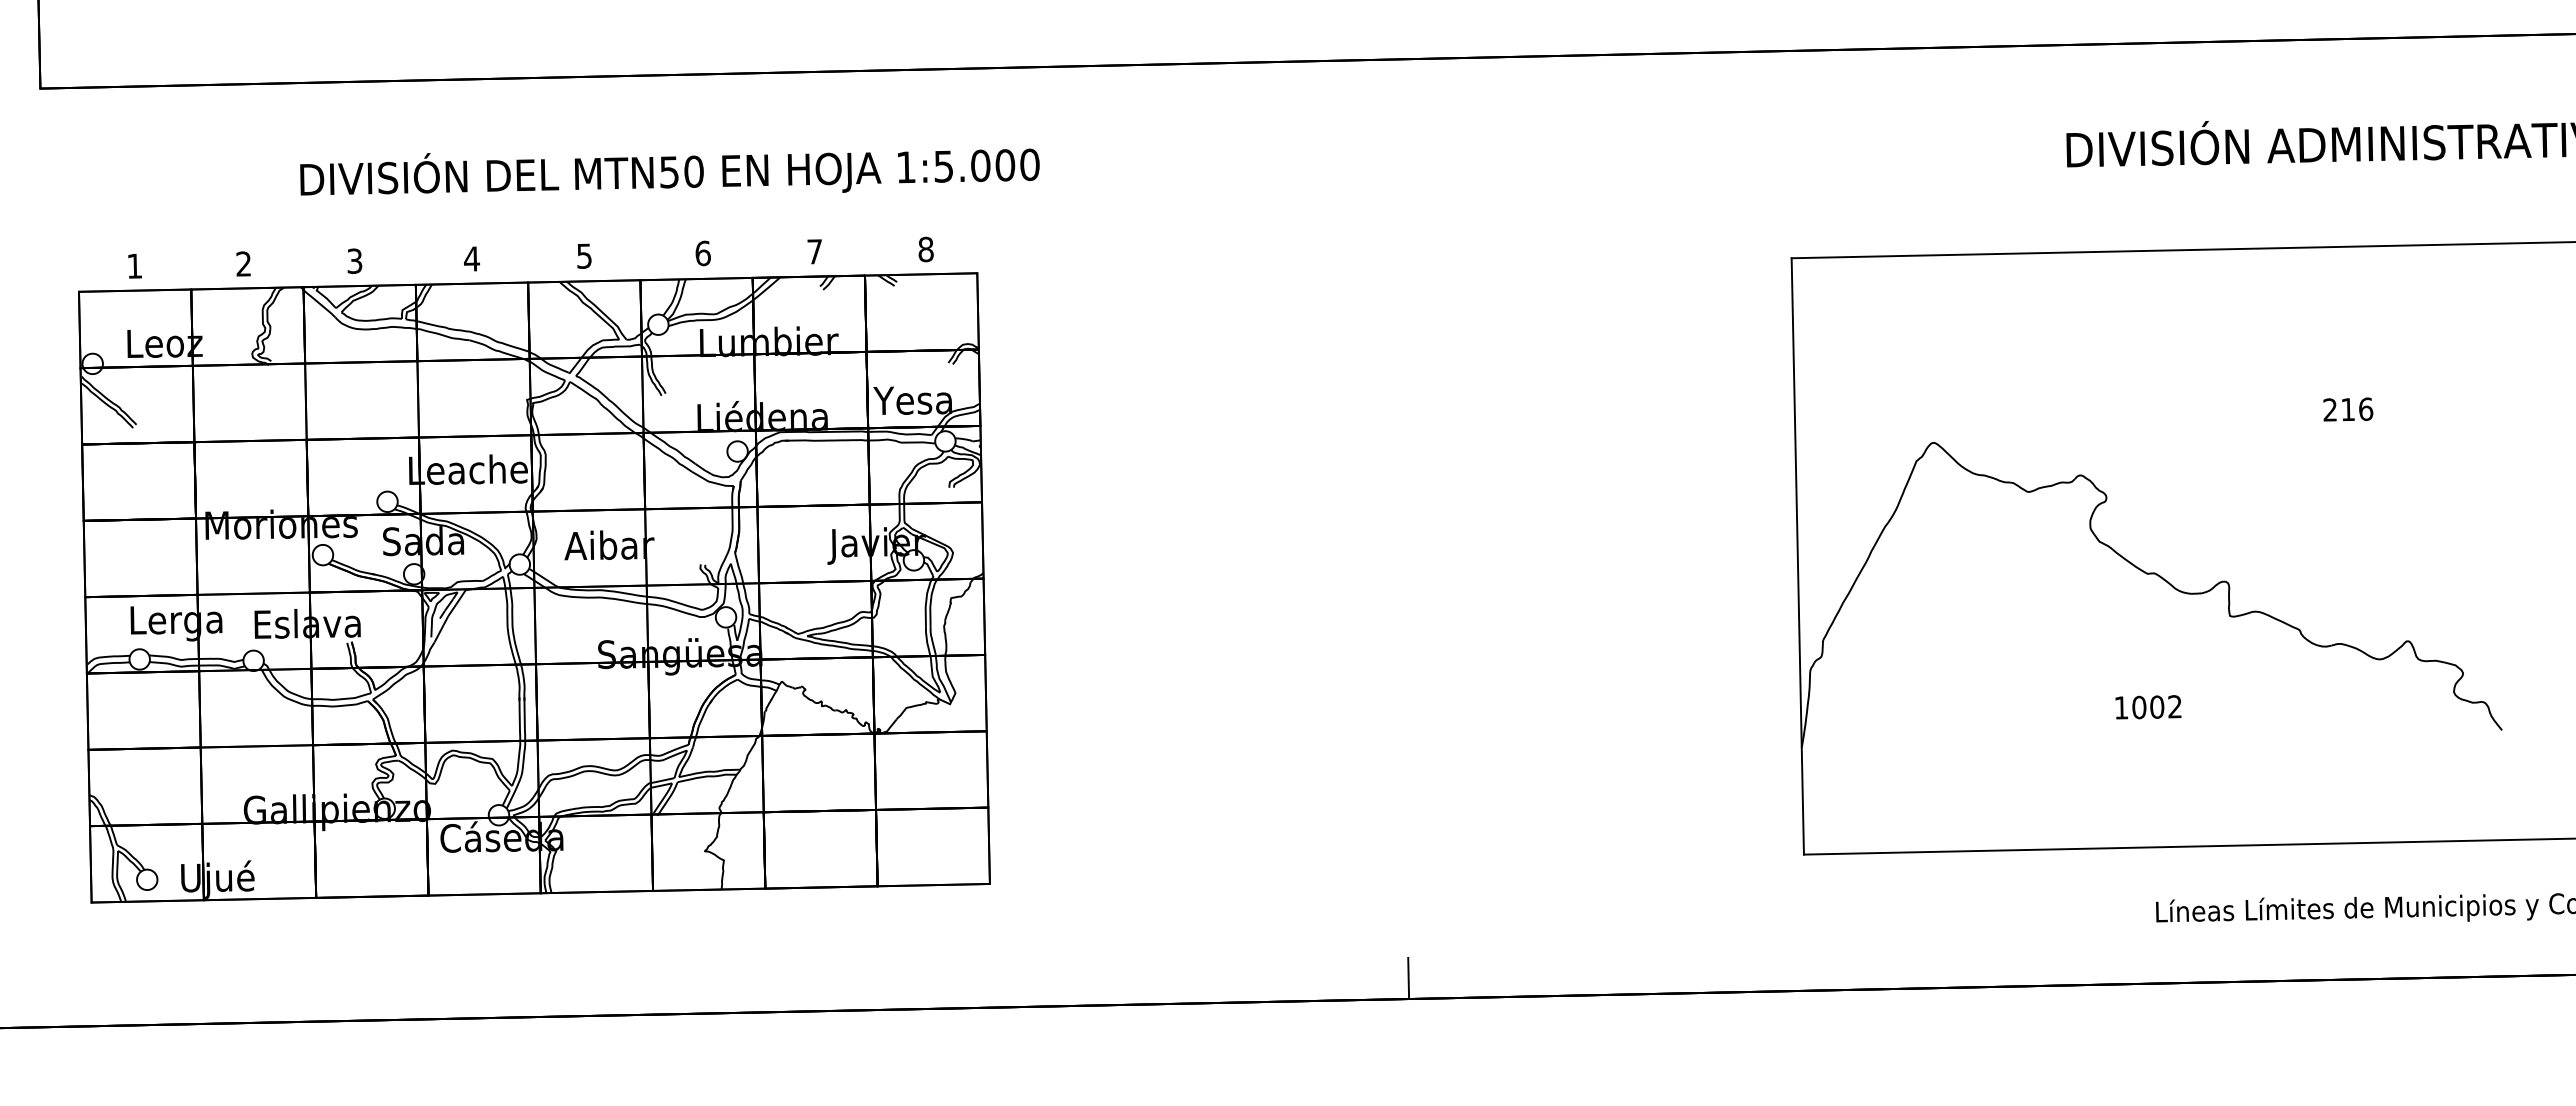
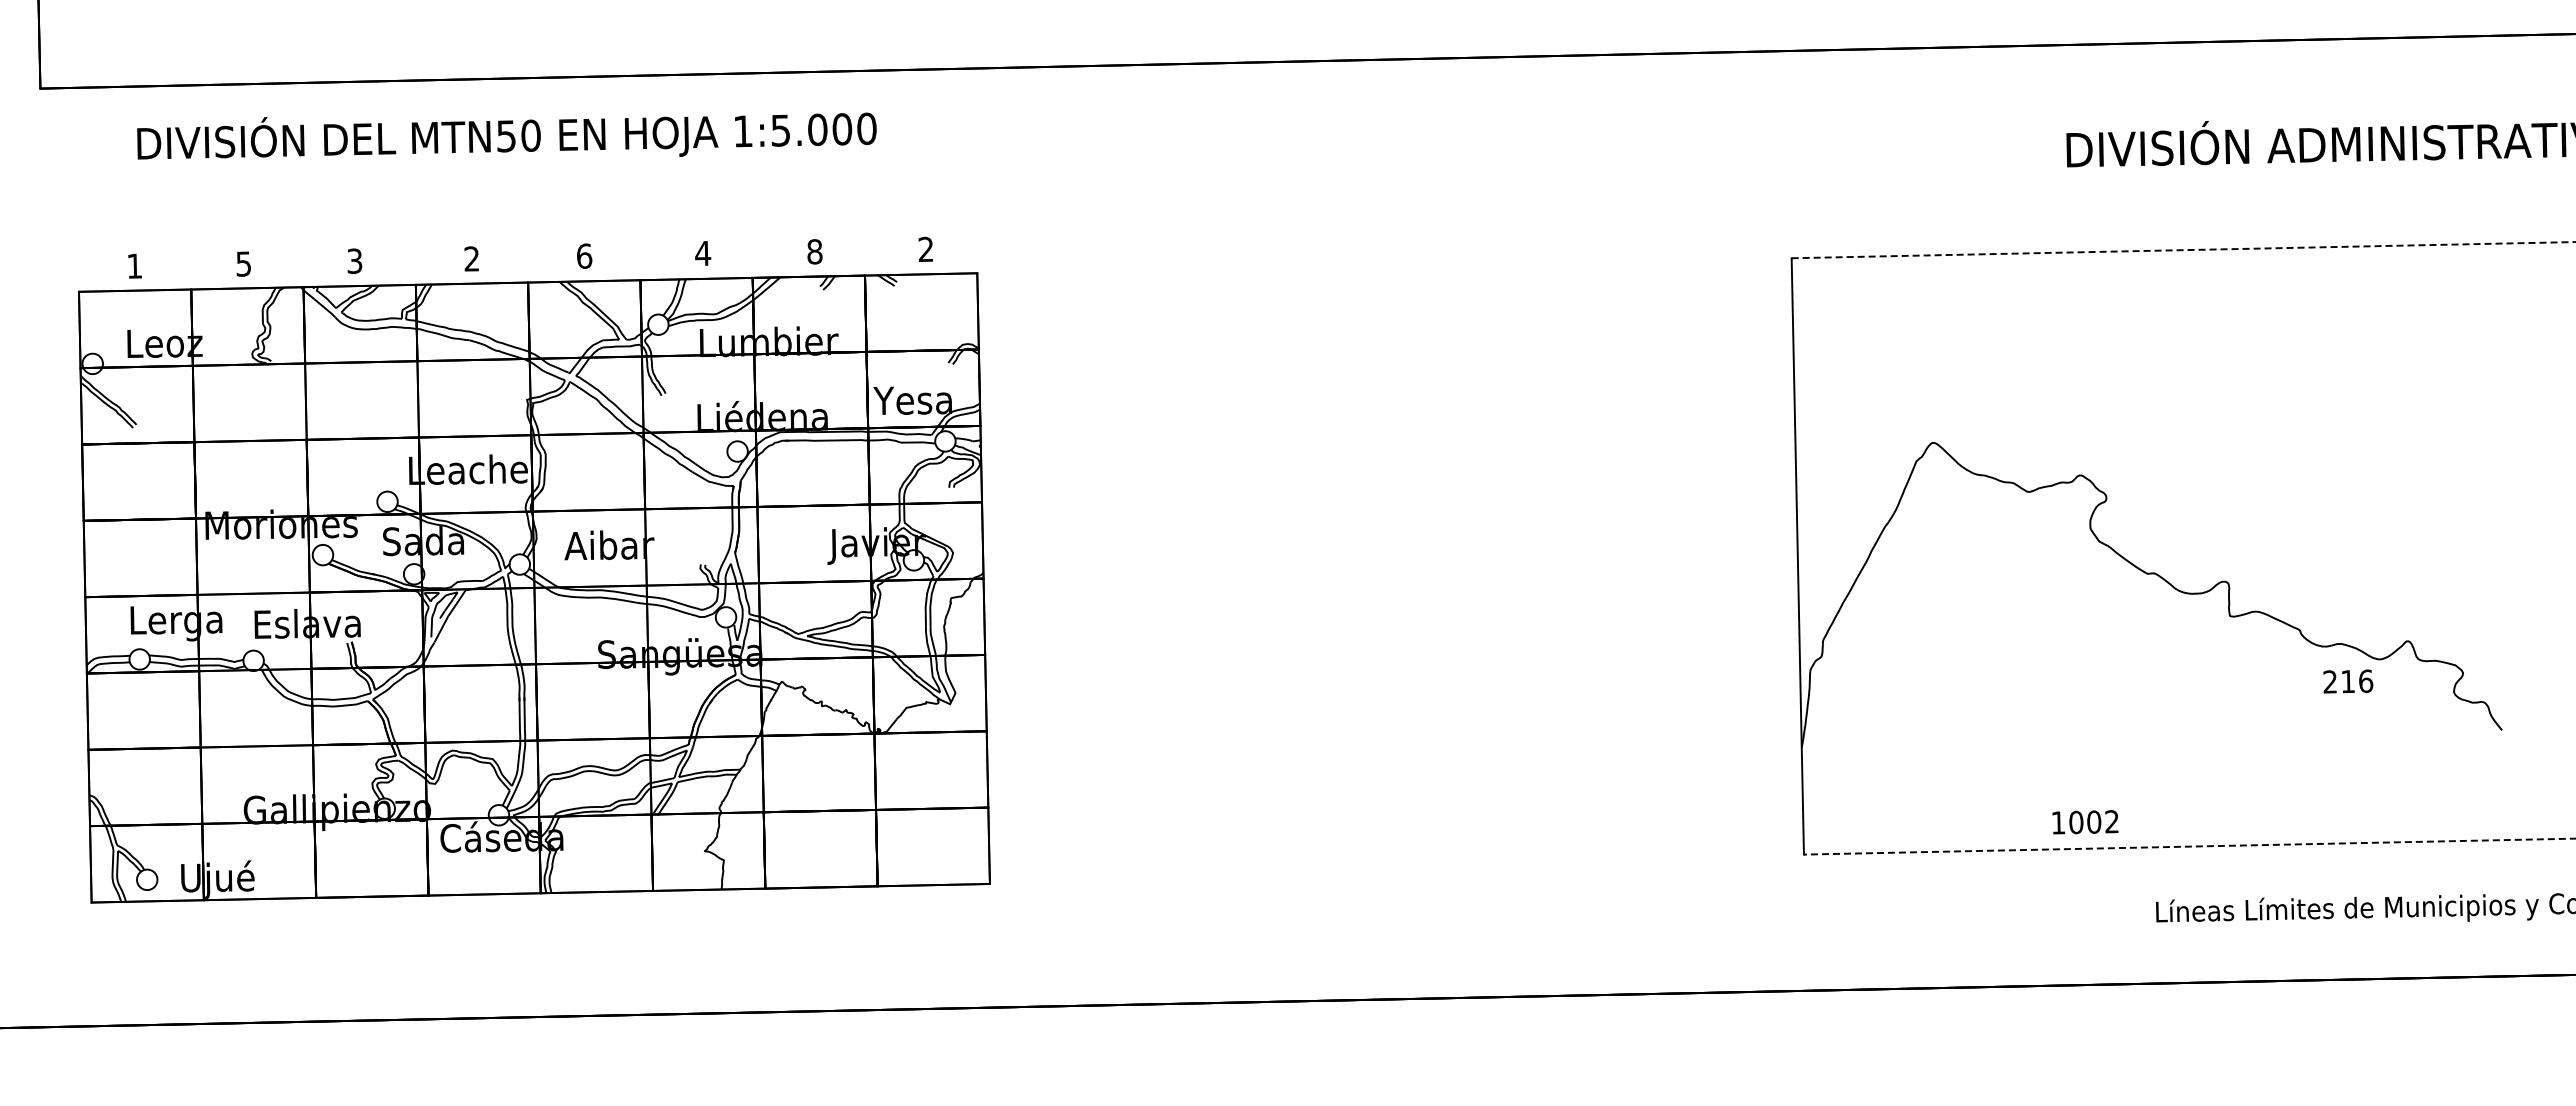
text at (669, 171) position: (669, 171) -> (506, 135)
text at (925, 249): 8 -> 2
line at (2183, 250): solid -> dashed
text at (814, 251): 7 -> 8
text at (703, 253): 6 -> 4
text at (584, 255): 5 -> 6
text at (472, 258): 4 -> 2
text at (243, 263): 2 -> 5
text at (2348, 409) position: (2348, 409) -> (2348, 681)
text at (2148, 707) position: (2148, 707) -> (2085, 822)
line at (2189, 846): solid -> dashed
line at (1408, 978): present -> none
